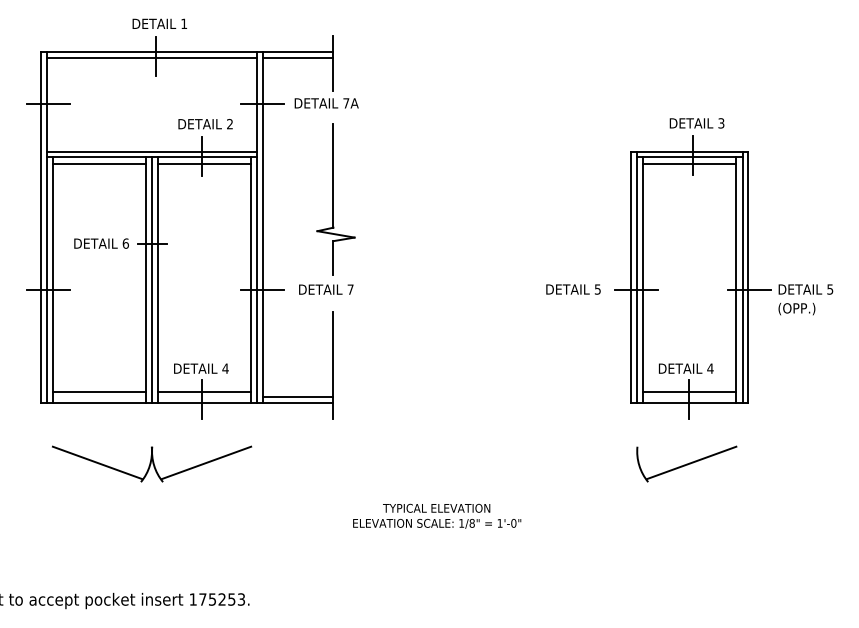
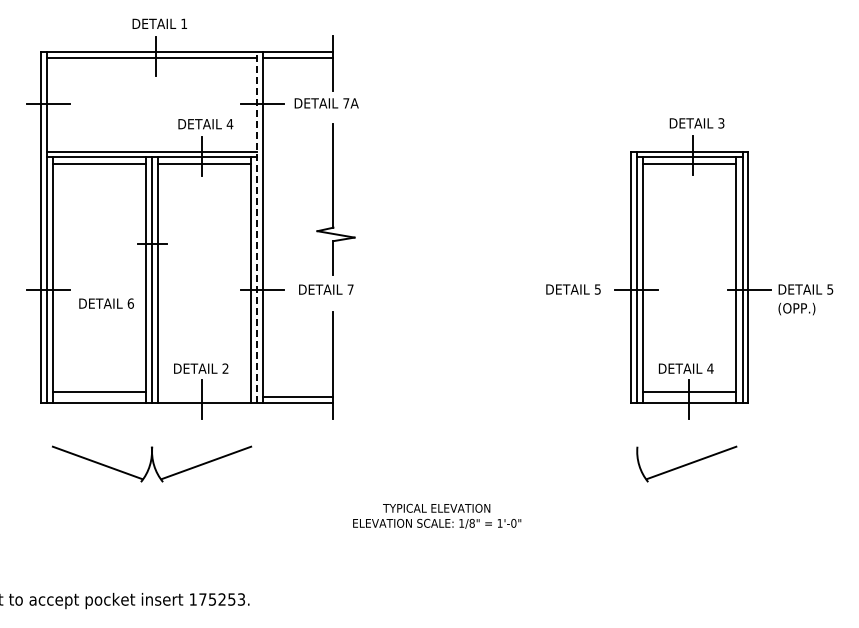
text at (229, 124): 2 -> 4
line at (257, 227): solid -> dashed
text at (101, 243) position: (101, 243) -> (106, 303)
text at (225, 368): 4 -> 2
line at (204, 391): present -> none
